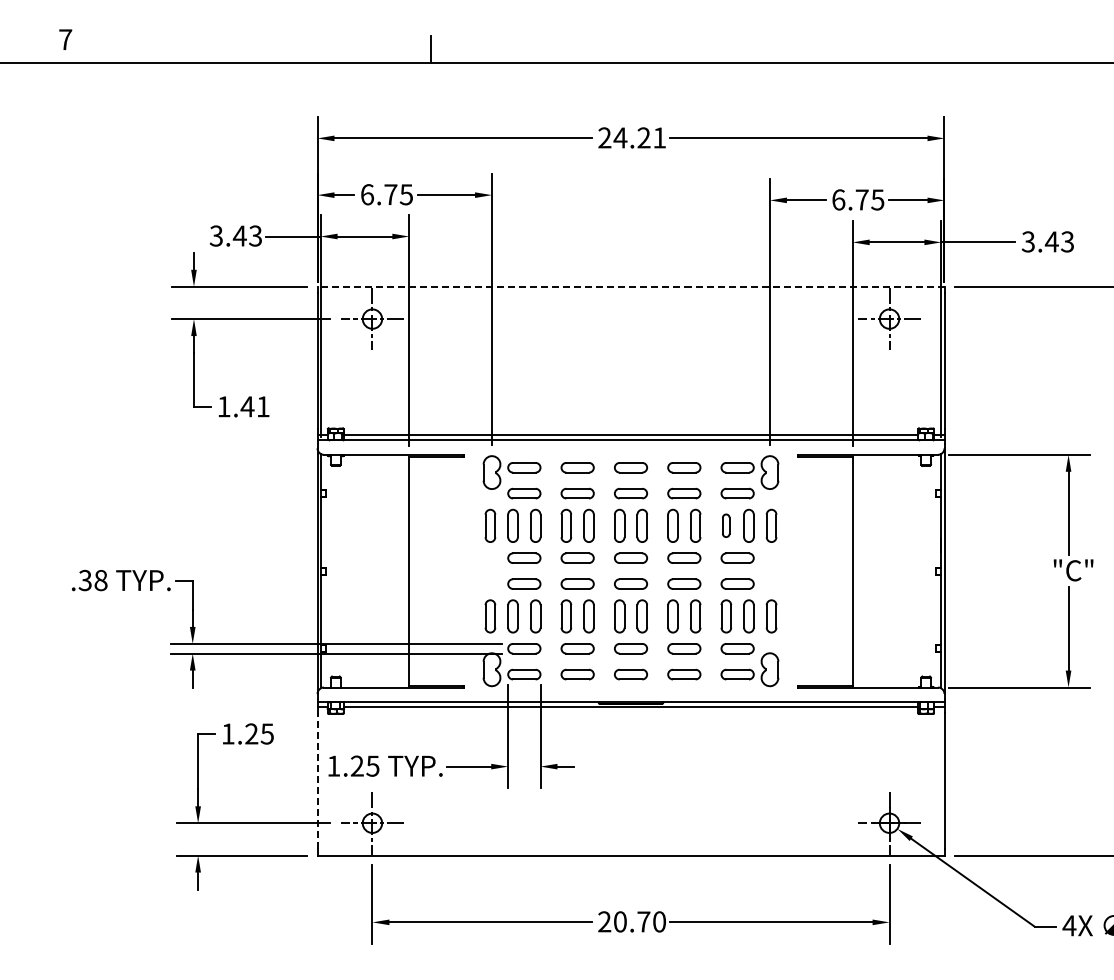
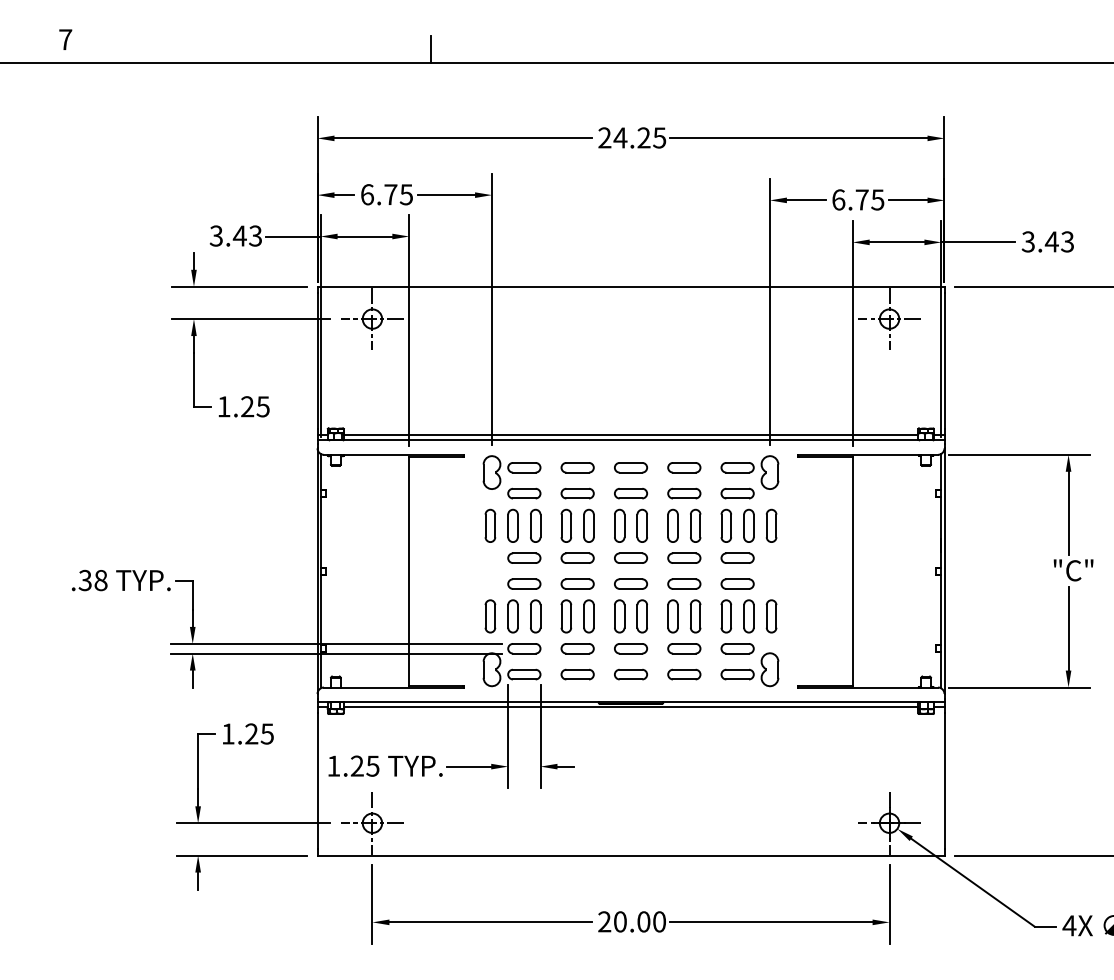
text at (659, 137): 24.21 -> 24.25
line at (630, 286): dashed -> solid
text at (254, 406): 1.41 -> 1.25
part at (726, 525) size: 9x25 px -> 12x35 px
line at (317, 781): dashed -> solid
text at (643, 921): 20.70 -> 20.00
